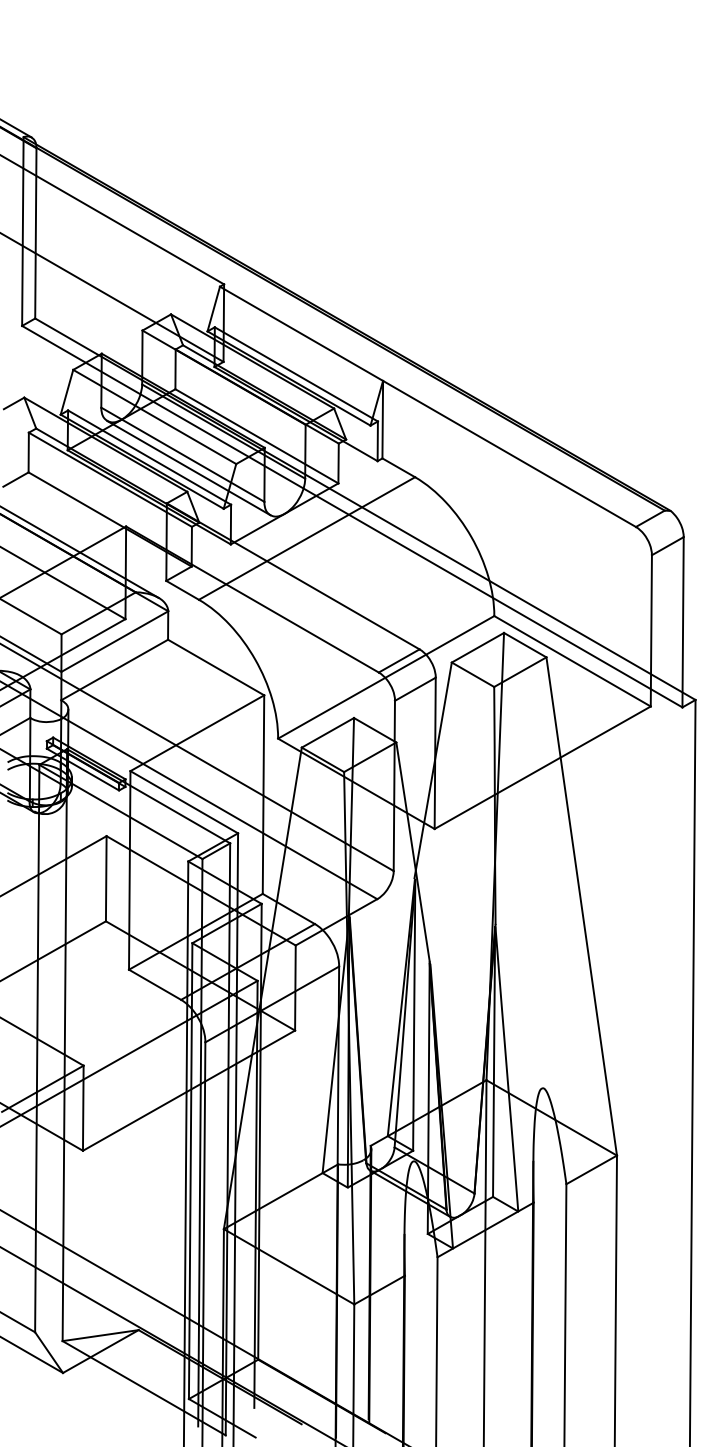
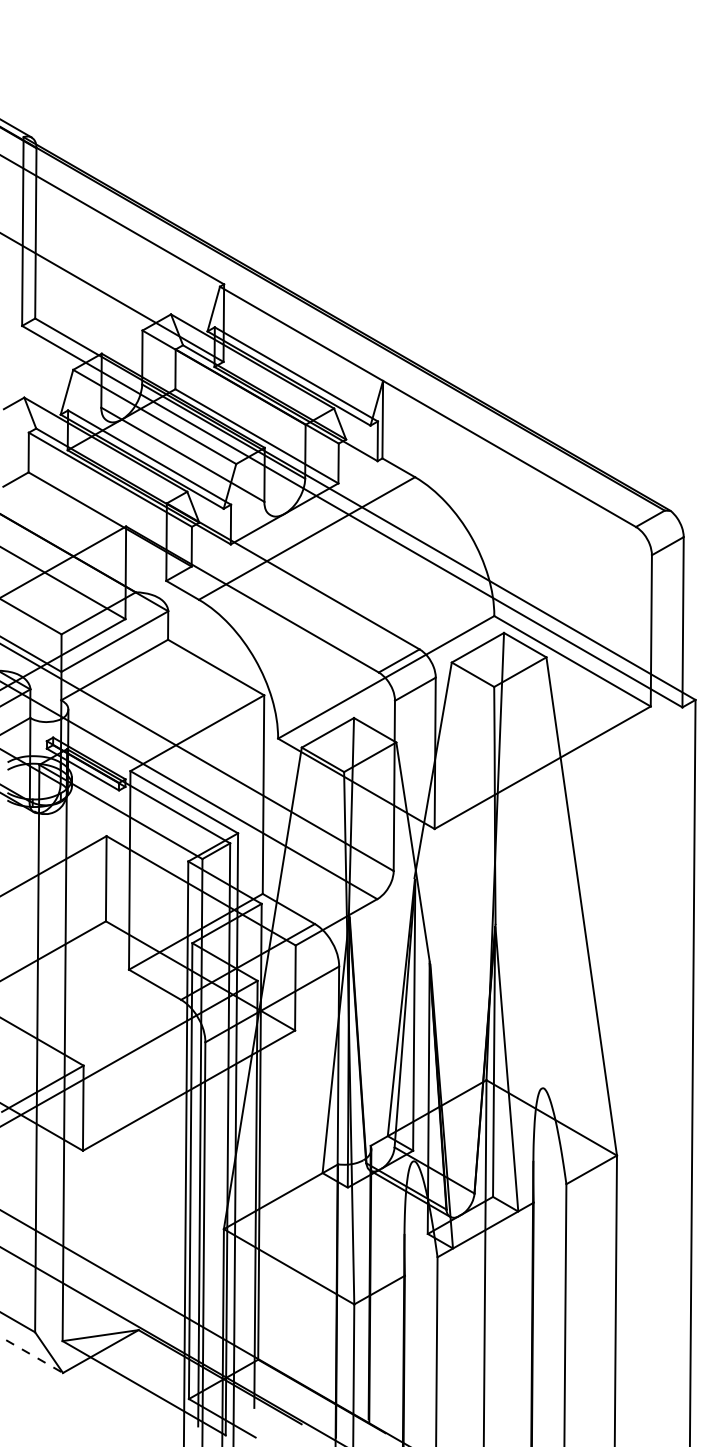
line at (188, 468): present -> none
line at (80, 552): present -> none
line at (31, 1355): solid -> dashed
